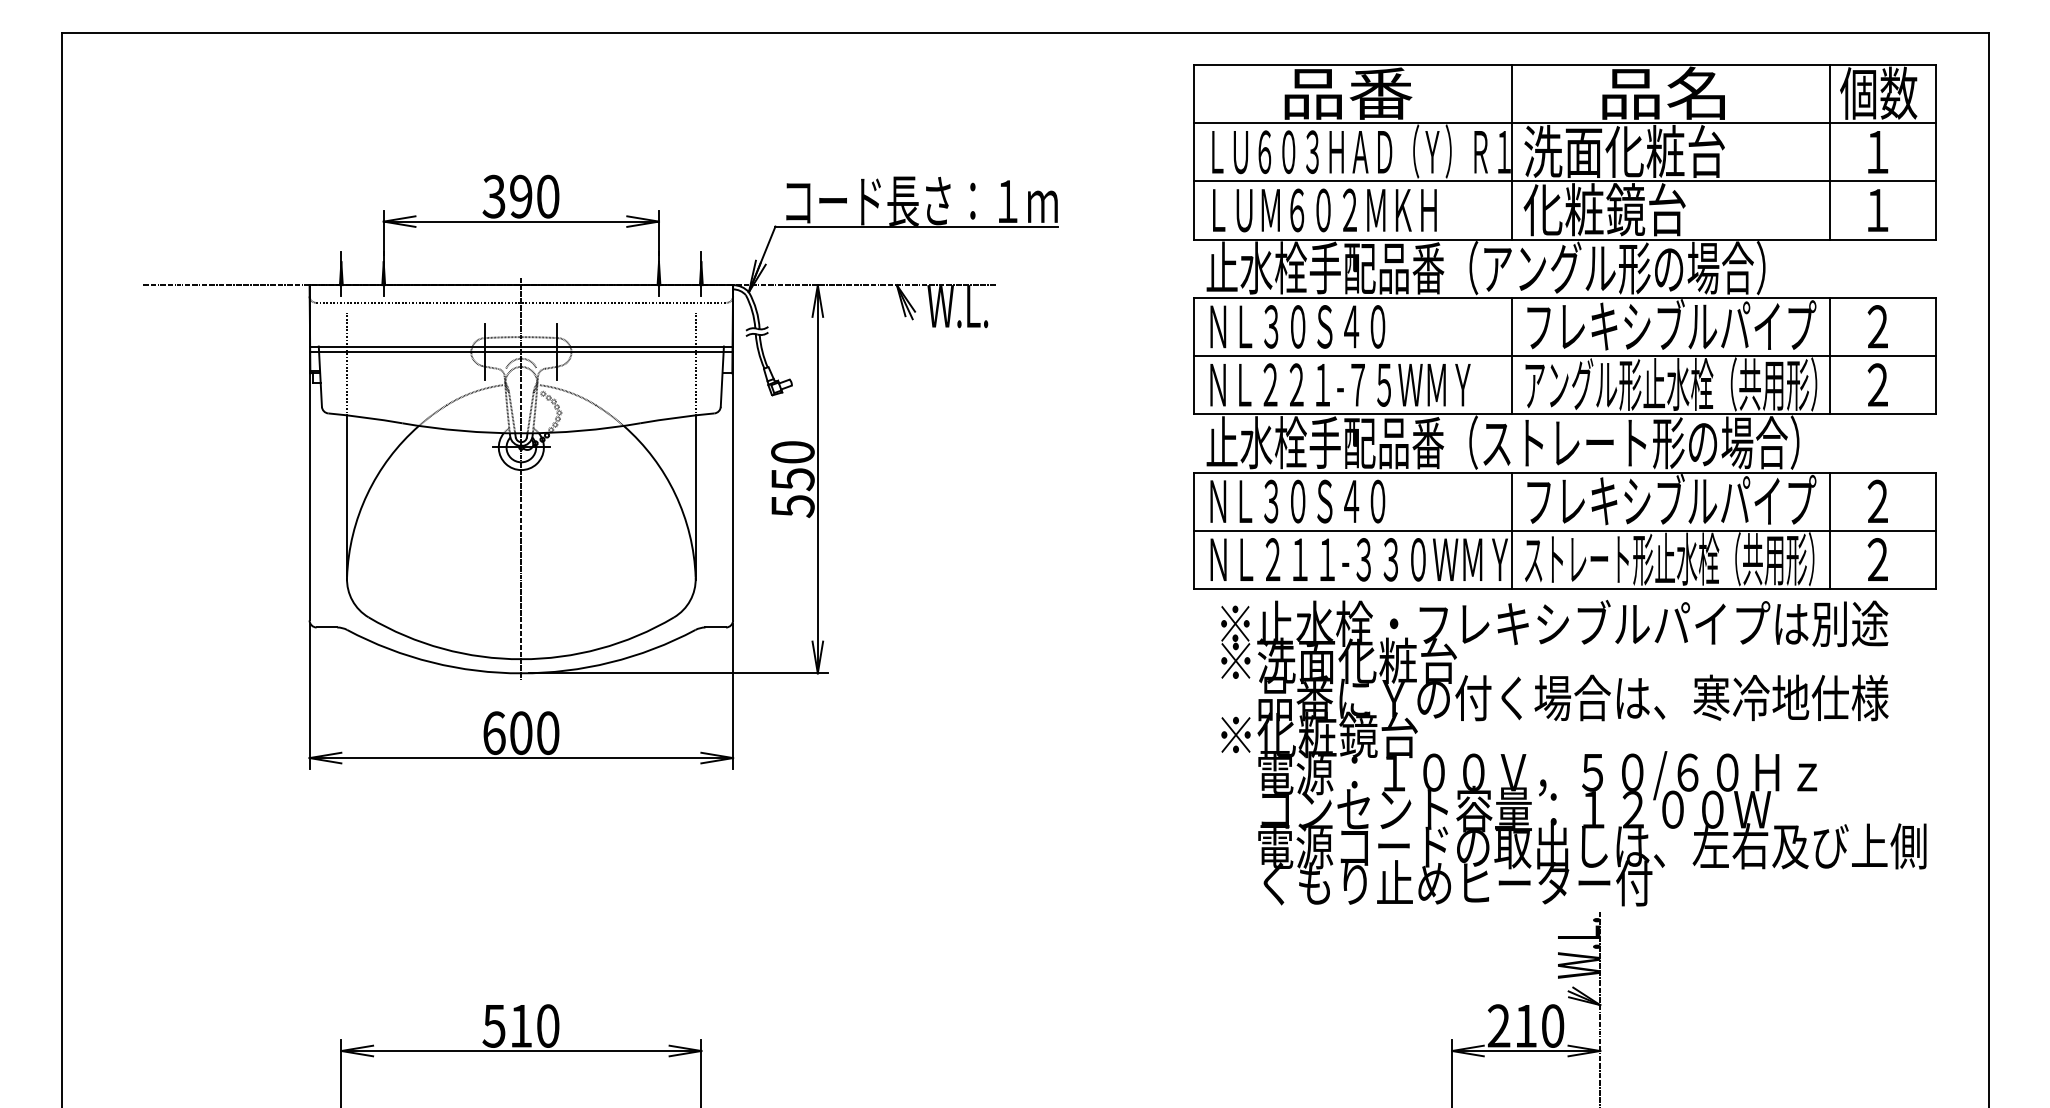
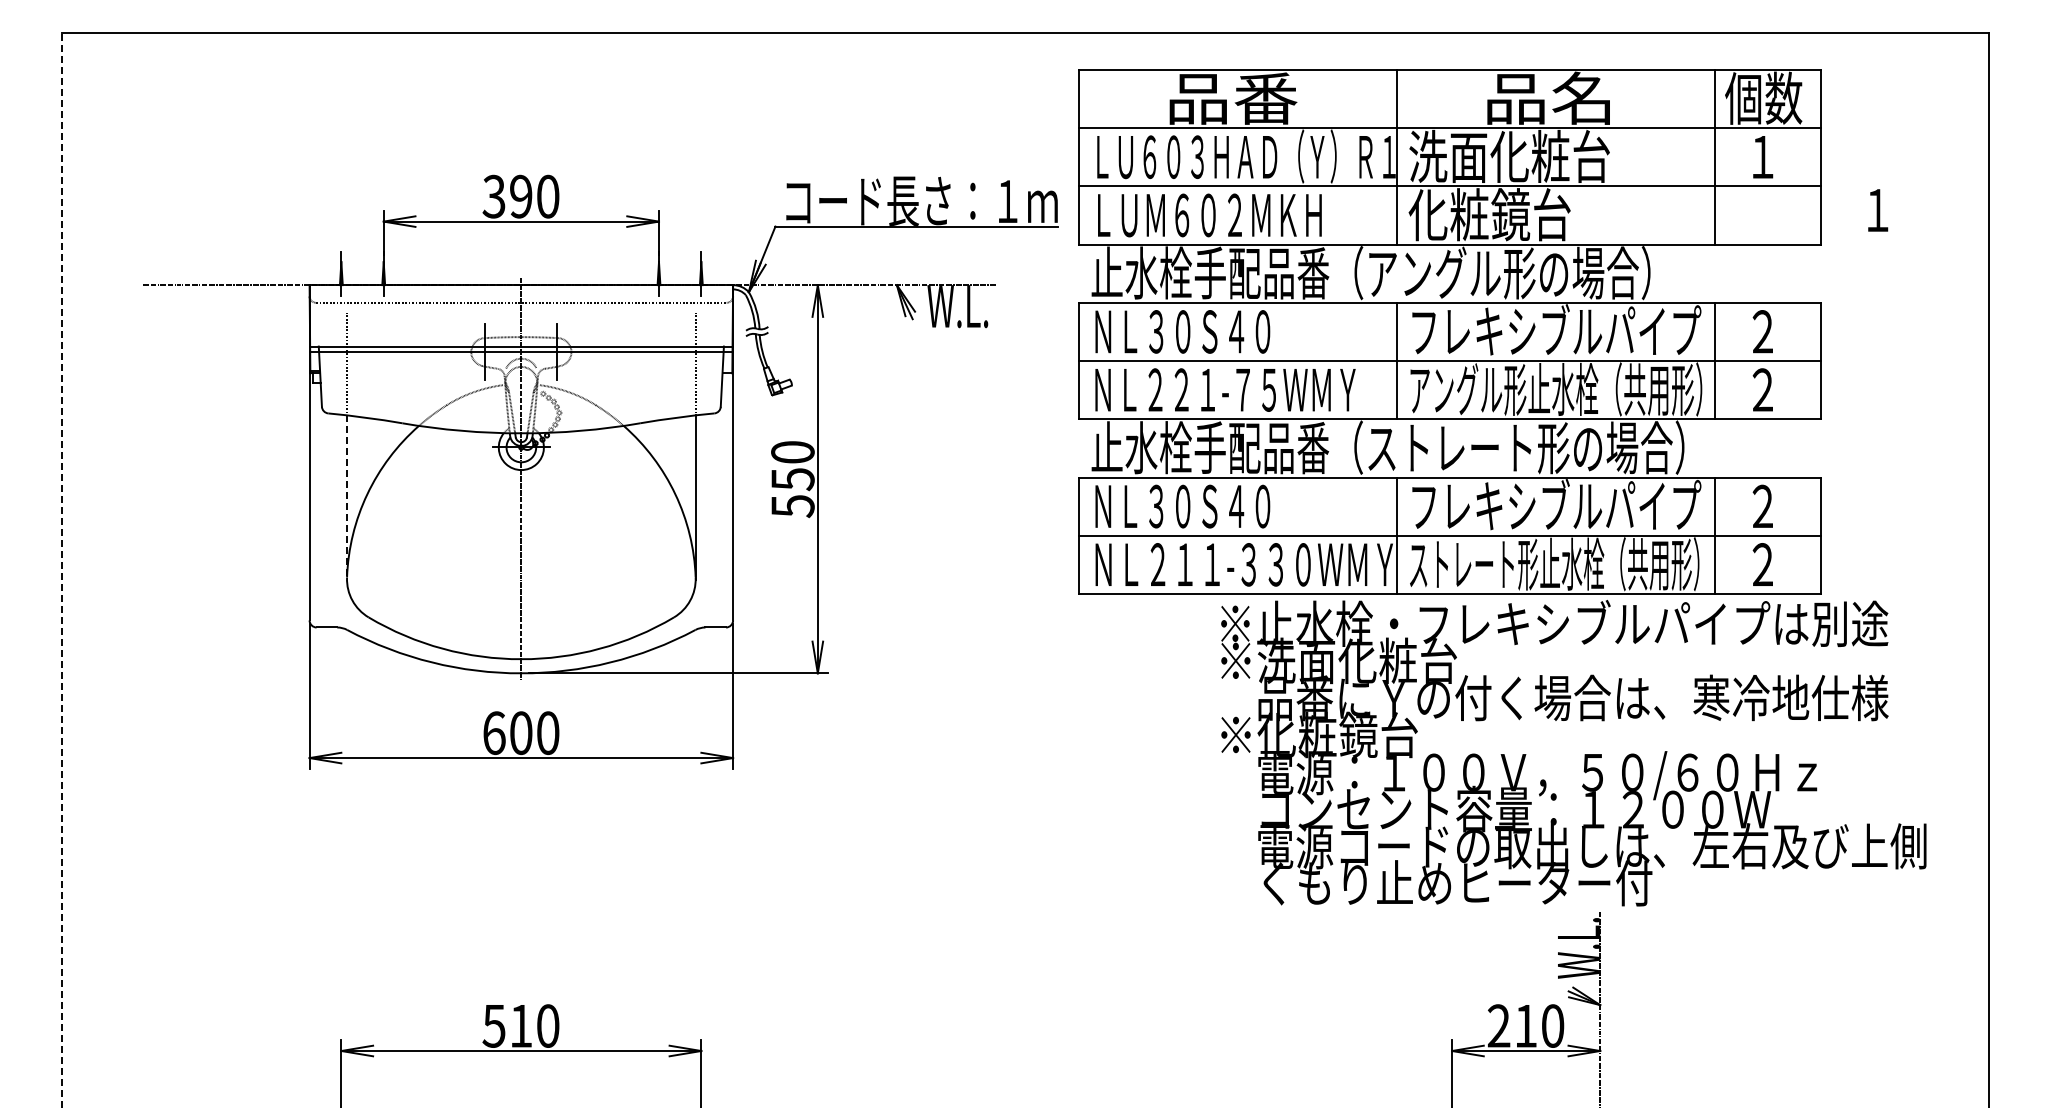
part at (1564, 326) position: (1564, 326) -> (1449, 331)
line at (347, 497): solid -> dashed
line at (61, 570): solid -> dashed
